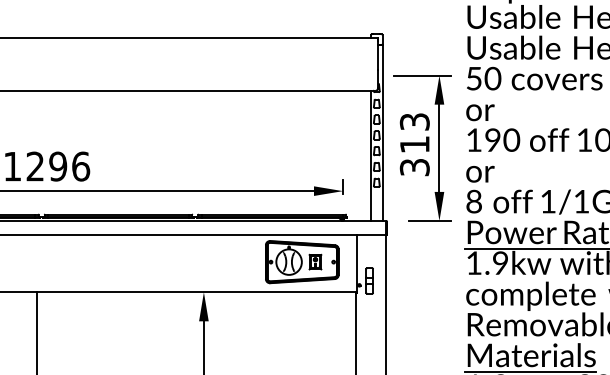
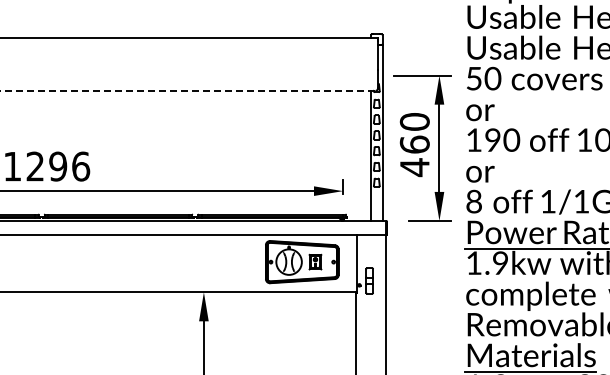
line at (187, 90): solid -> dashed
text at (414, 145): 313 -> 460
line at (37, 331): present -> none
